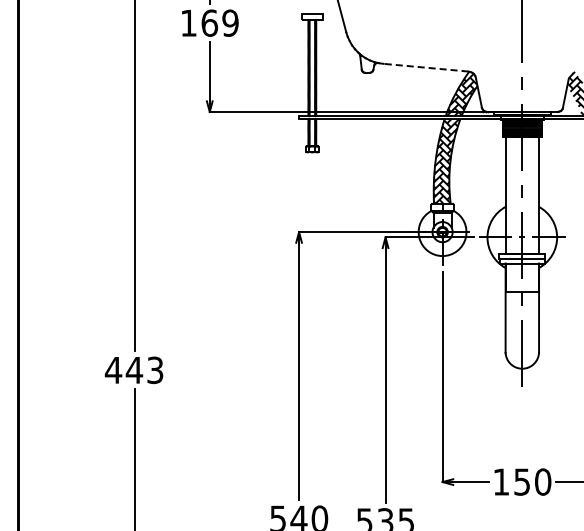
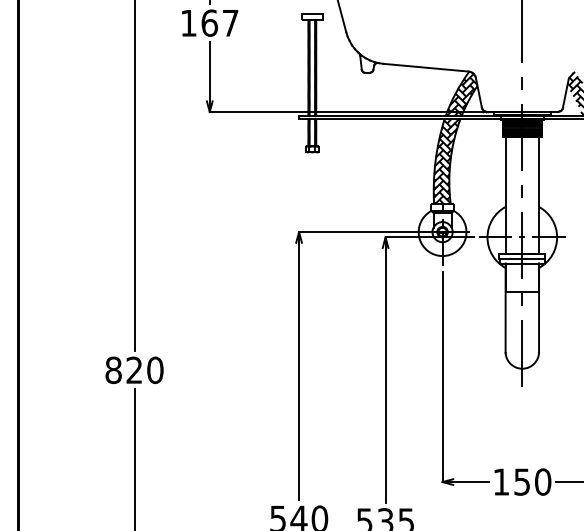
text at (230, 22): 169 -> 167
line at (426, 67): dashed -> solid
text at (133, 370): 443 -> 820
